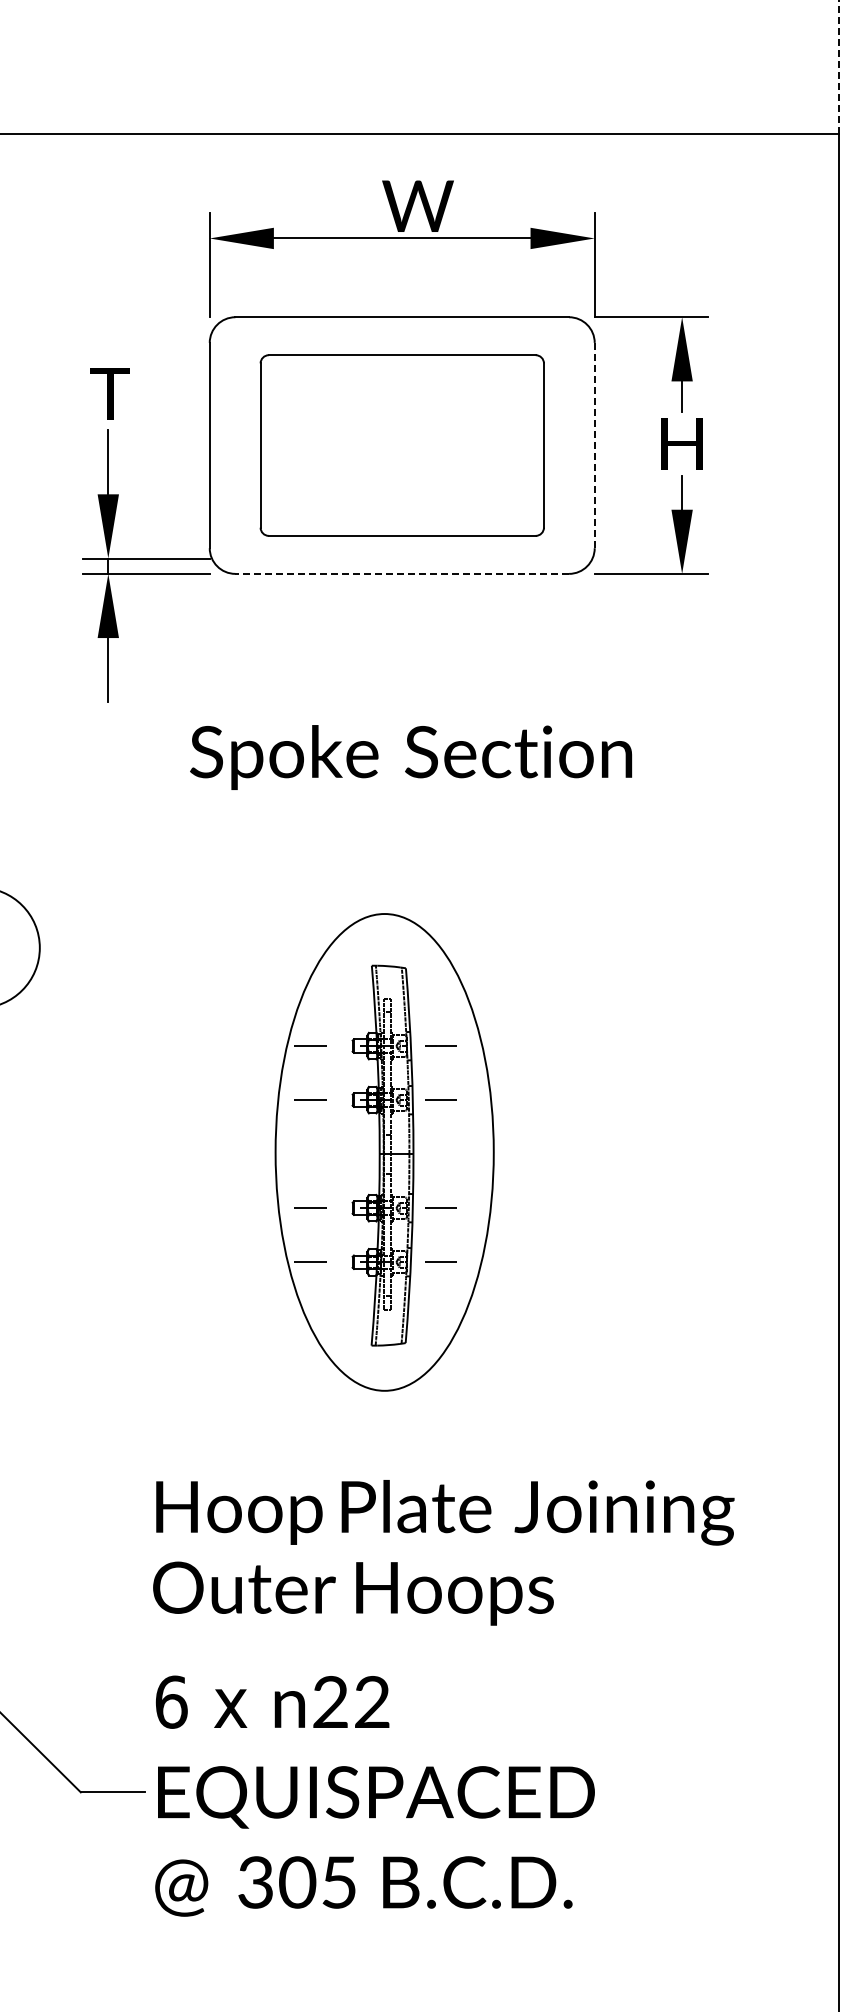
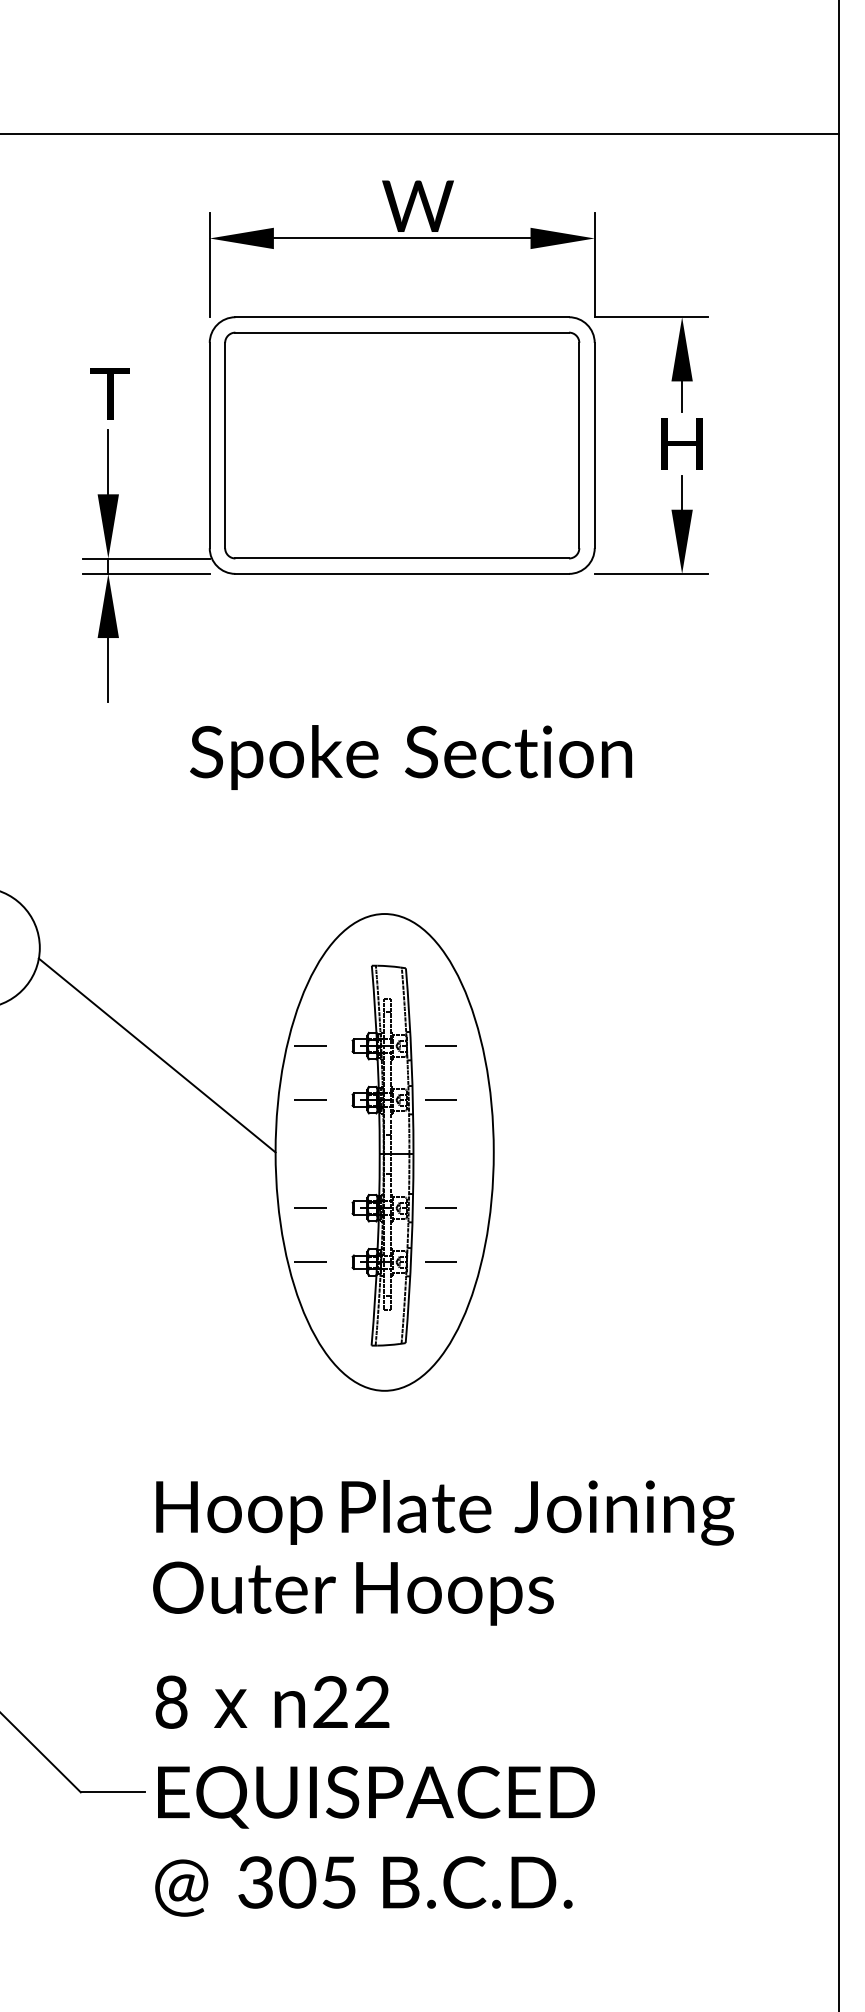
line at (838, 67): dashed -> solid
part at (401, 445) size: 286x183 px -> 357x229 px
line at (594, 445): dashed -> solid
line at (402, 573): dashed -> solid
line at (156, 1055): none -> present
text at (171, 1701): 6 -> 8
